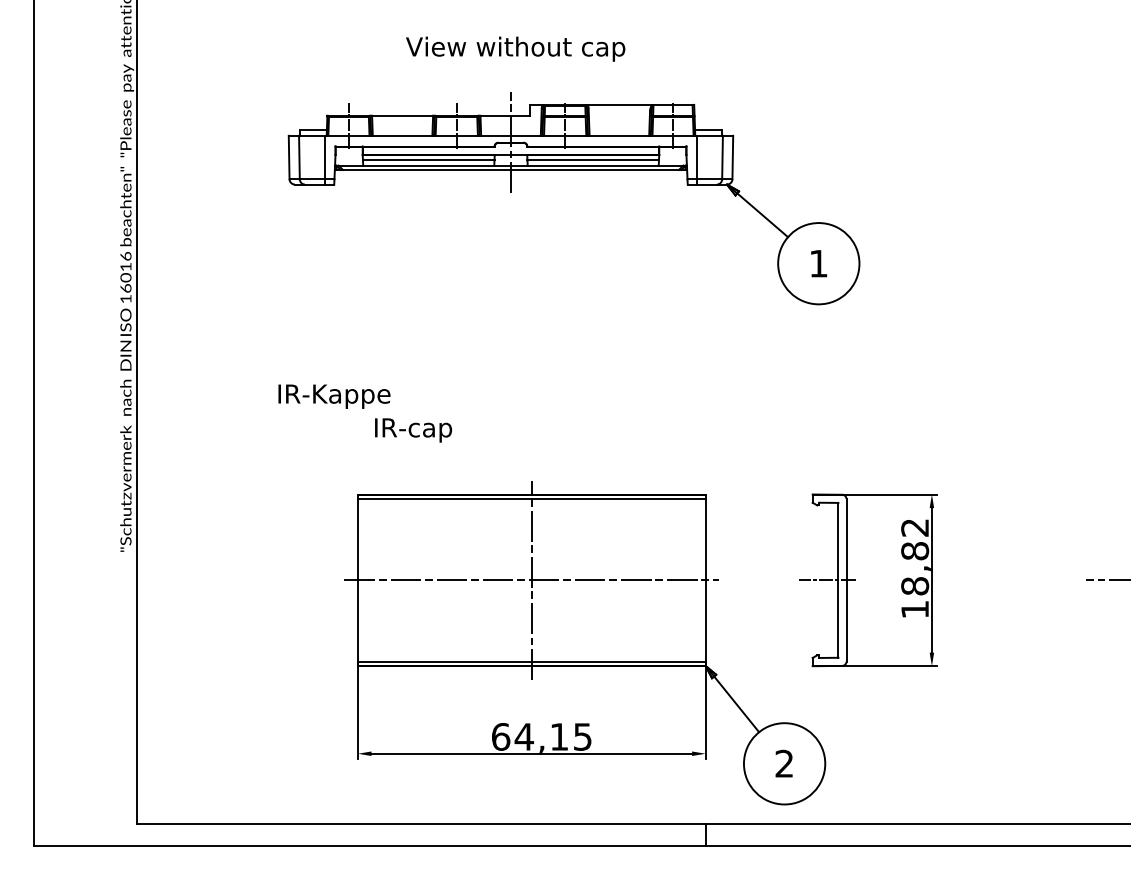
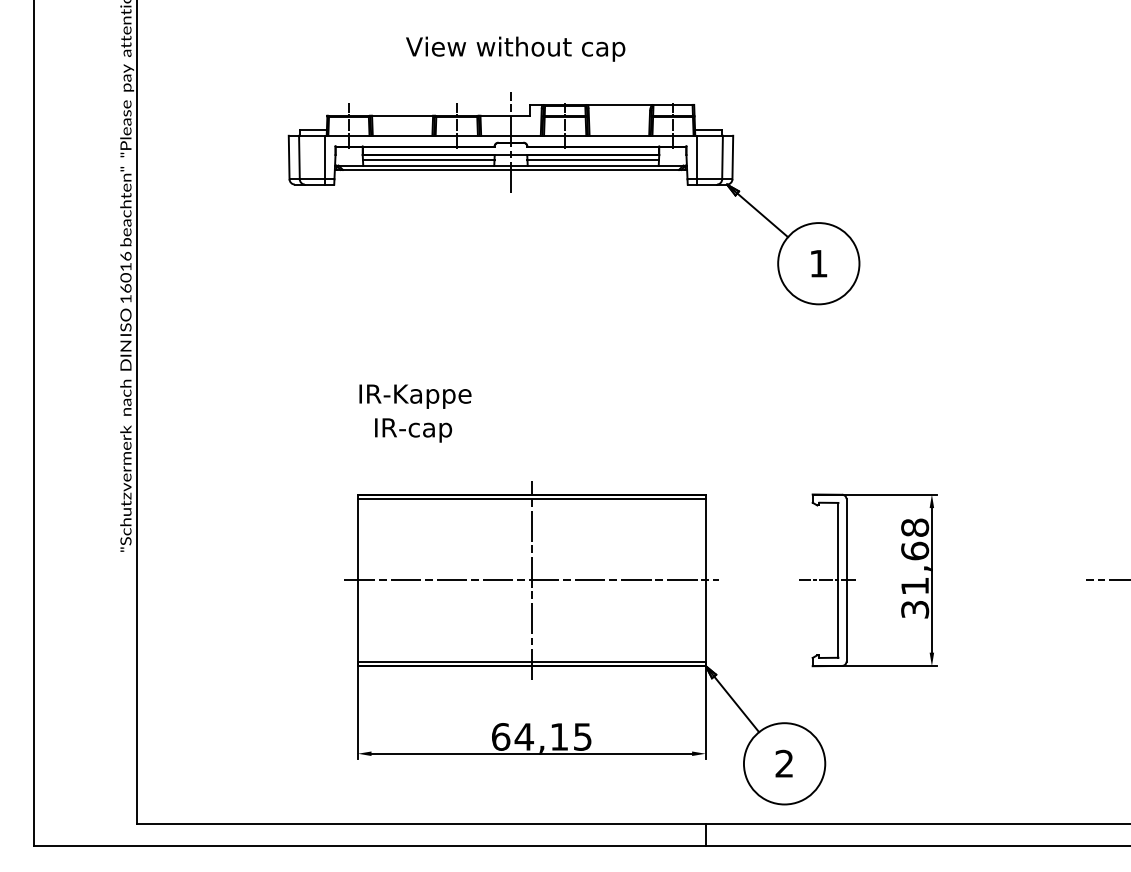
text at (334, 396) position: (334, 396) -> (415, 396)
text at (915, 568): 18,82 -> 31,68
